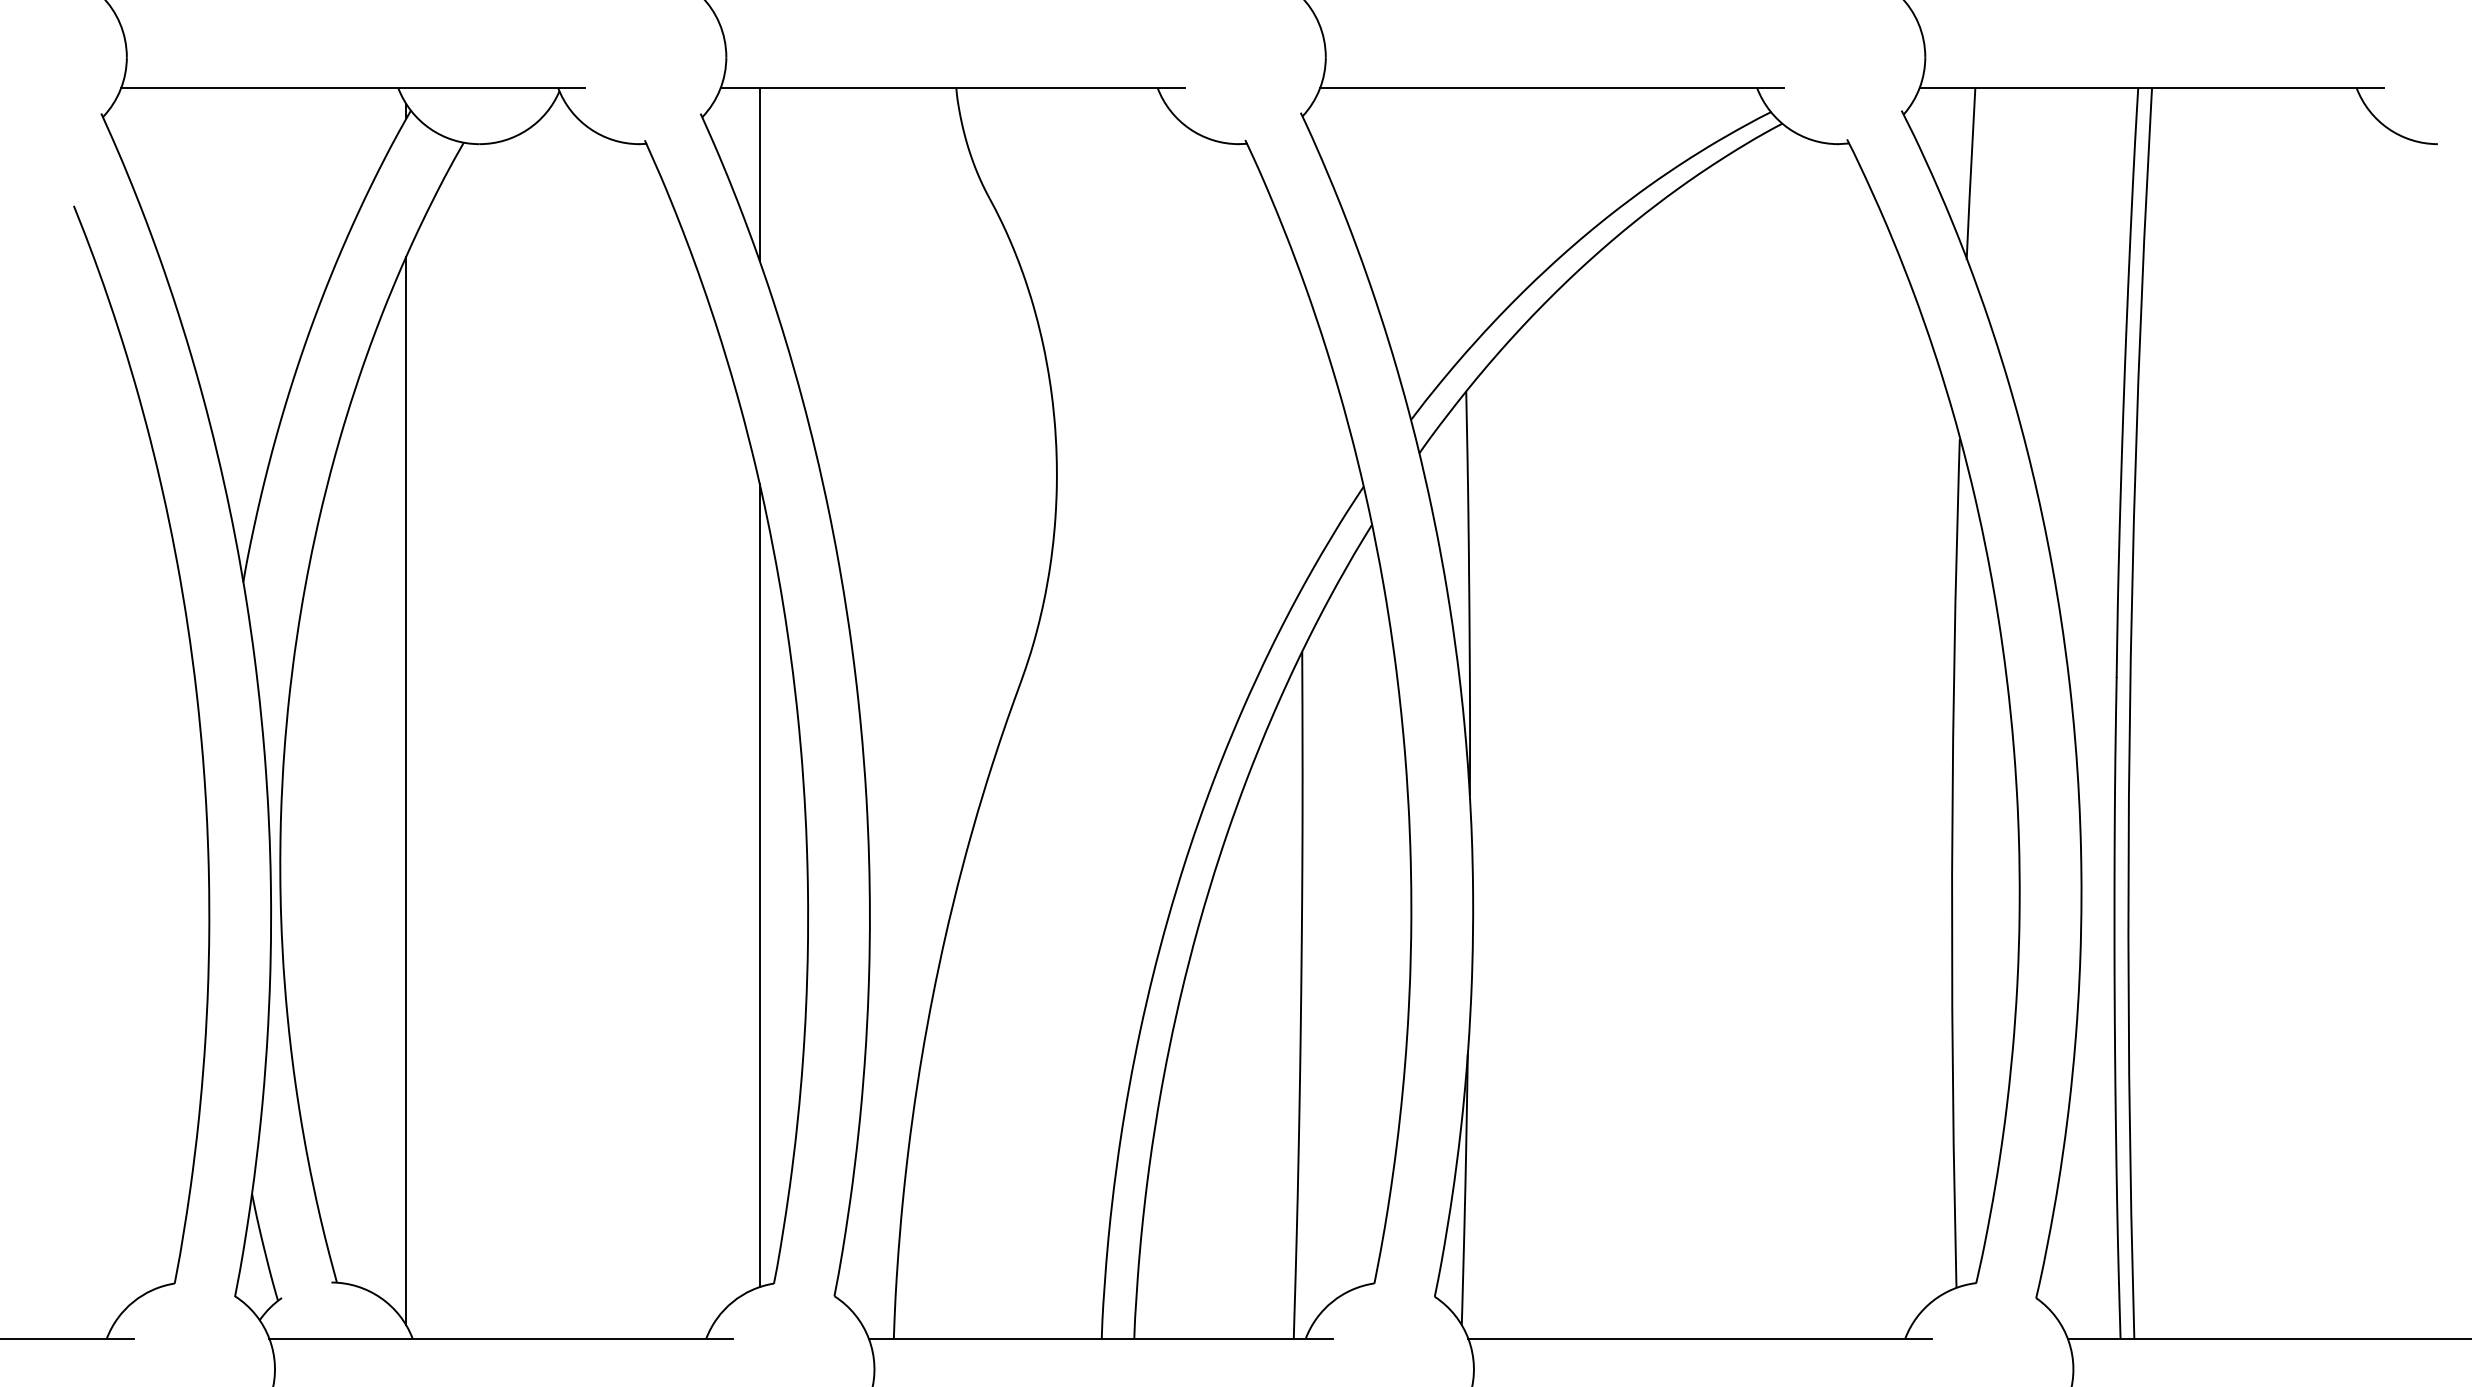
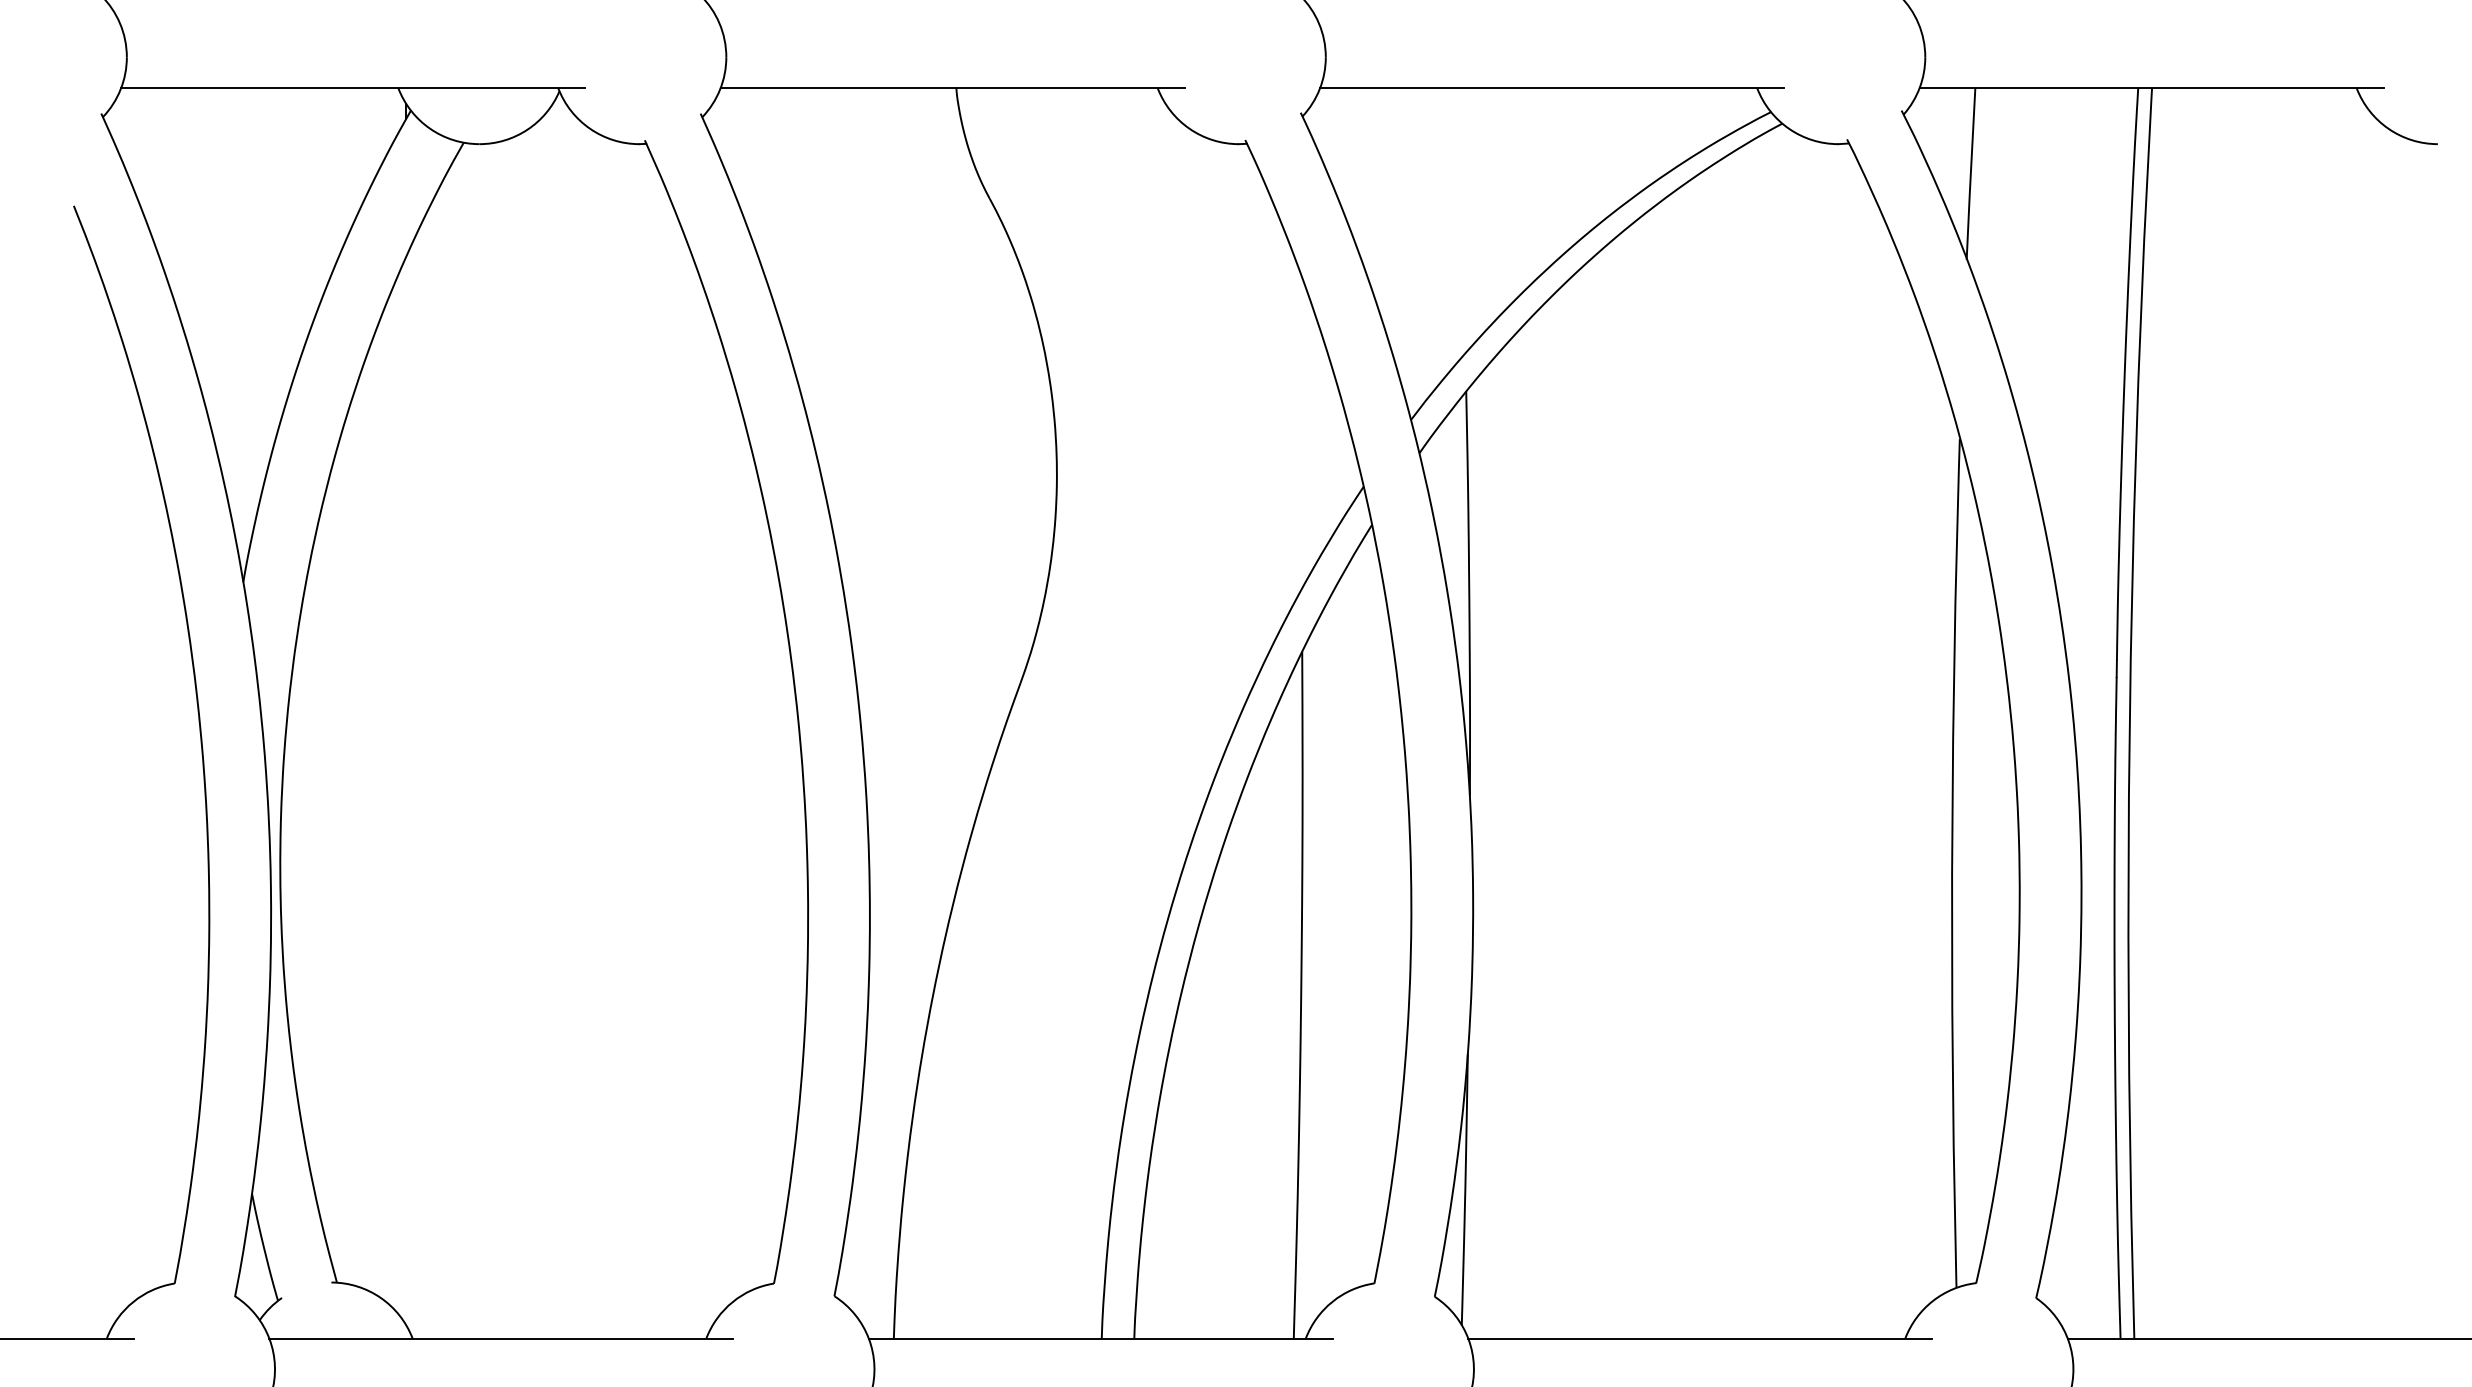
line at (759, 174): present -> none
line at (406, 790): present -> none
line at (759, 885): present -> none
